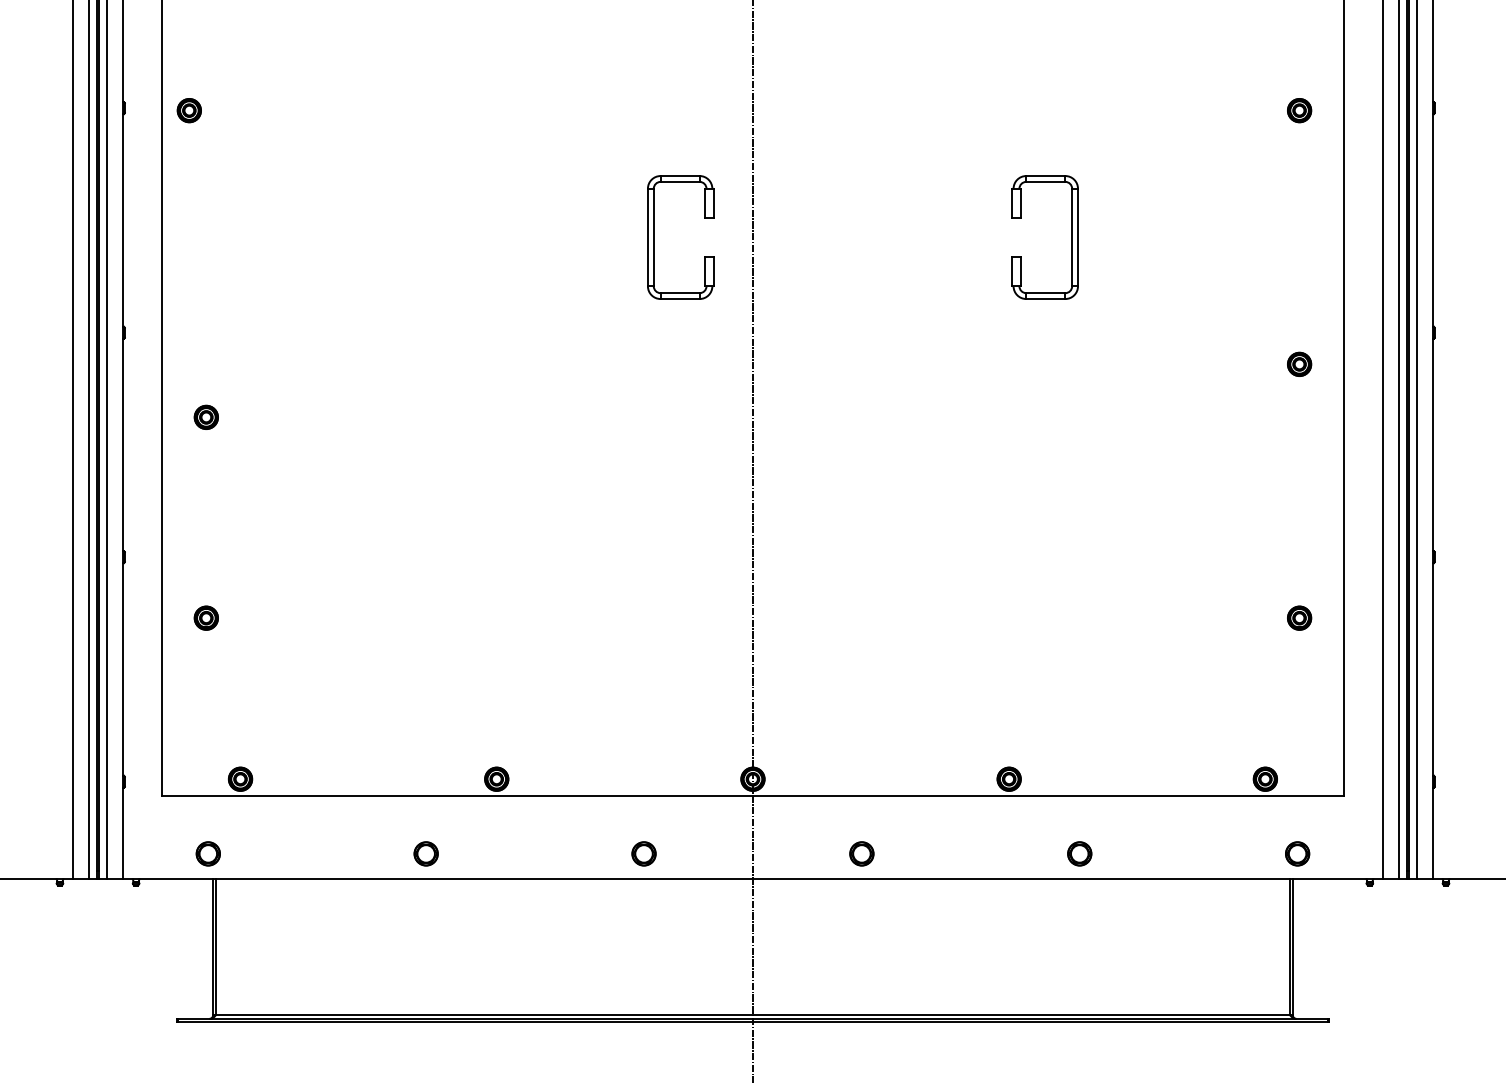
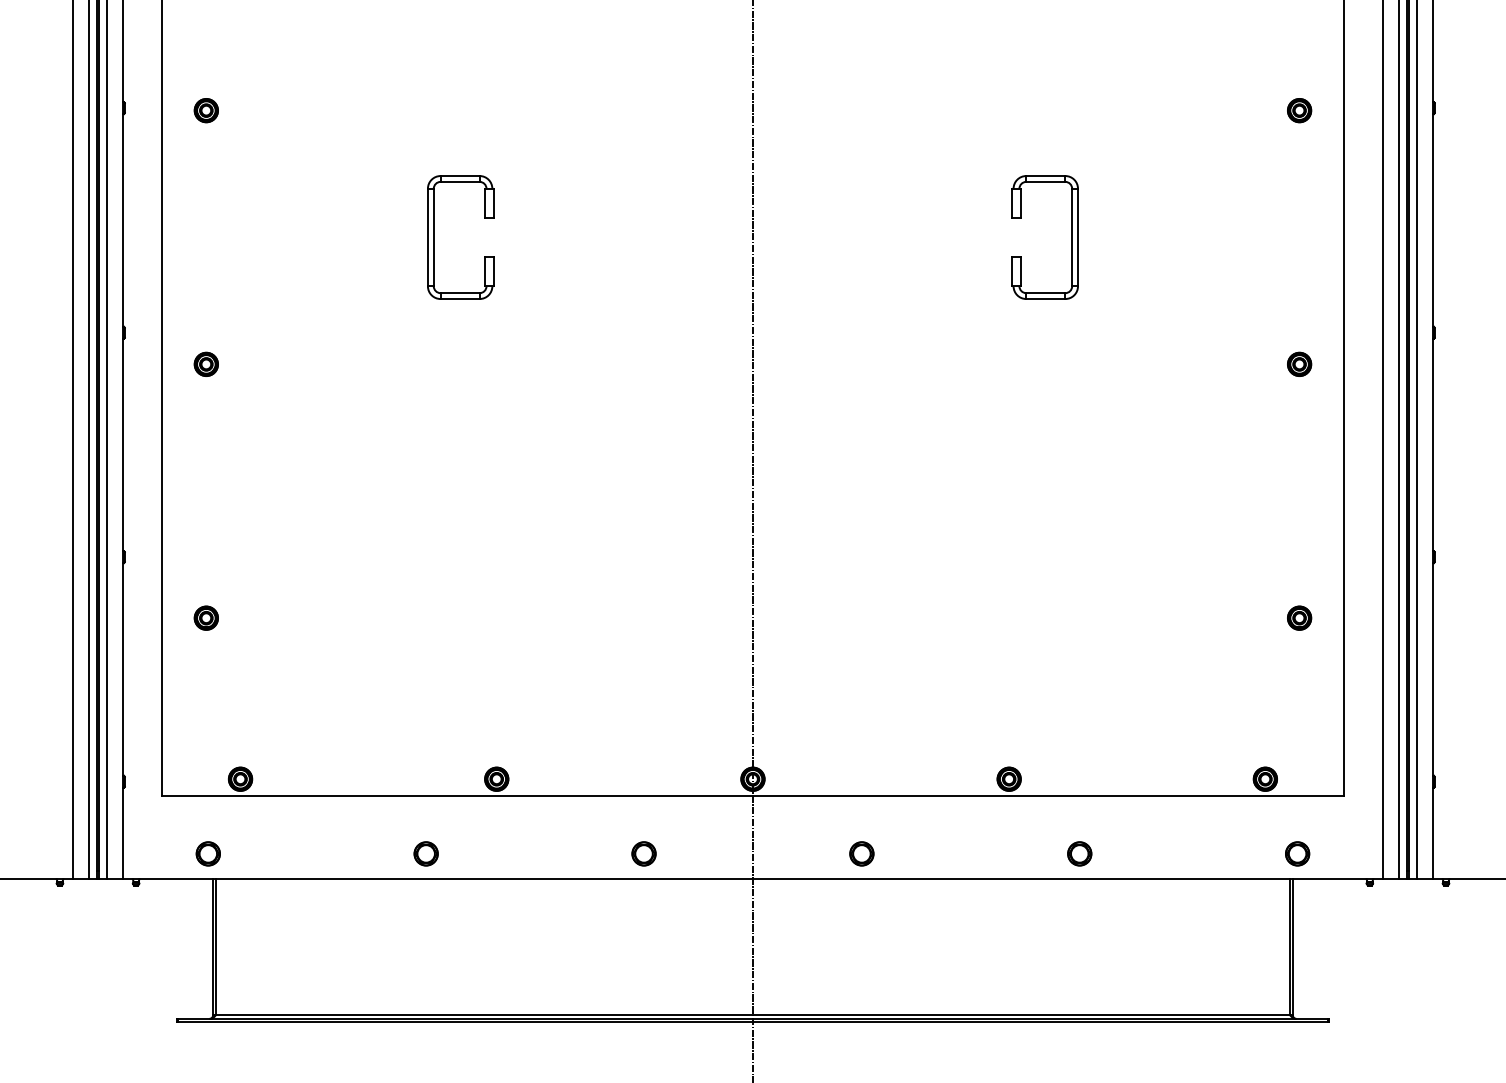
part at (188, 110) position: (188, 110) -> (205, 110)
part at (654, 237) position: (654, 237) -> (434, 237)
part at (205, 416) position: (205, 416) -> (205, 363)
